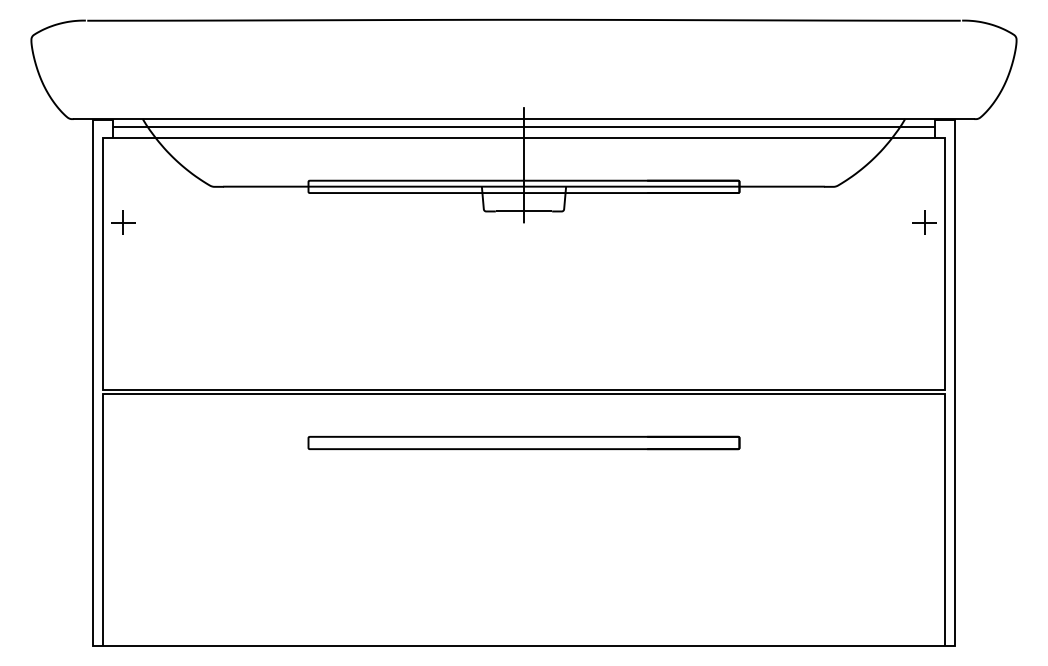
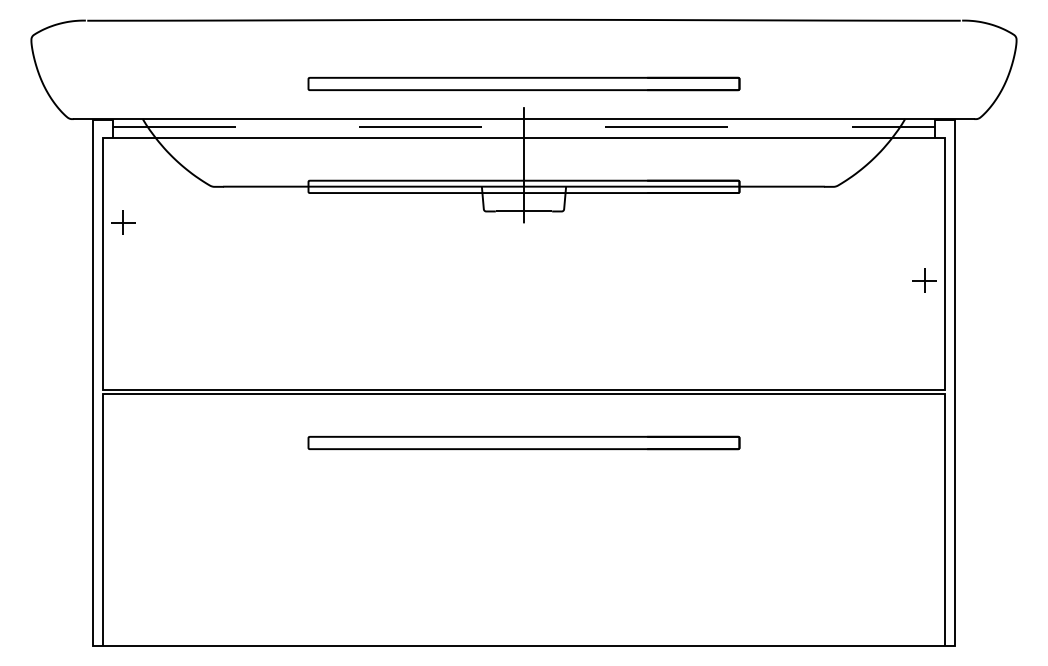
part at (523, 83): none -> present
line at (523, 126): solid -> dashed
part at (924, 222) position: (924, 222) -> (924, 280)
